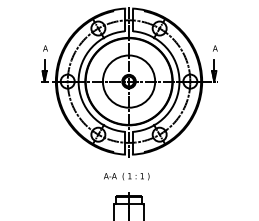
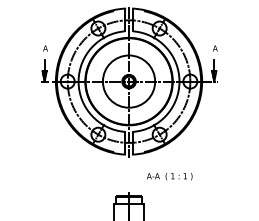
text at (126, 176) position: (126, 176) -> (169, 176)
